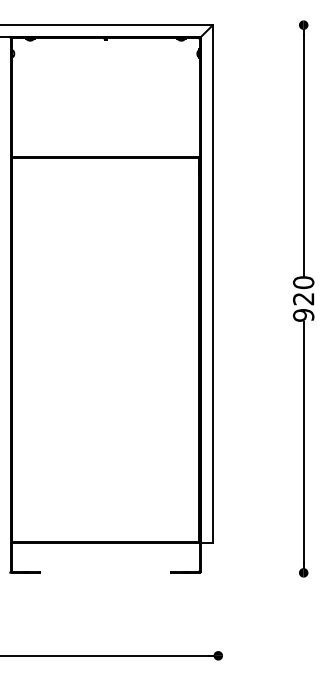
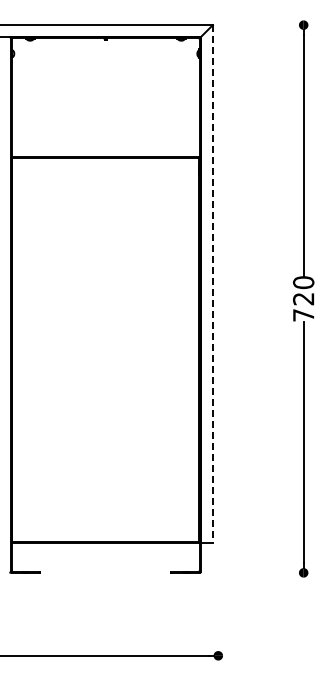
line at (212, 284): solid -> dashed
text at (303, 315): 920 -> 720
